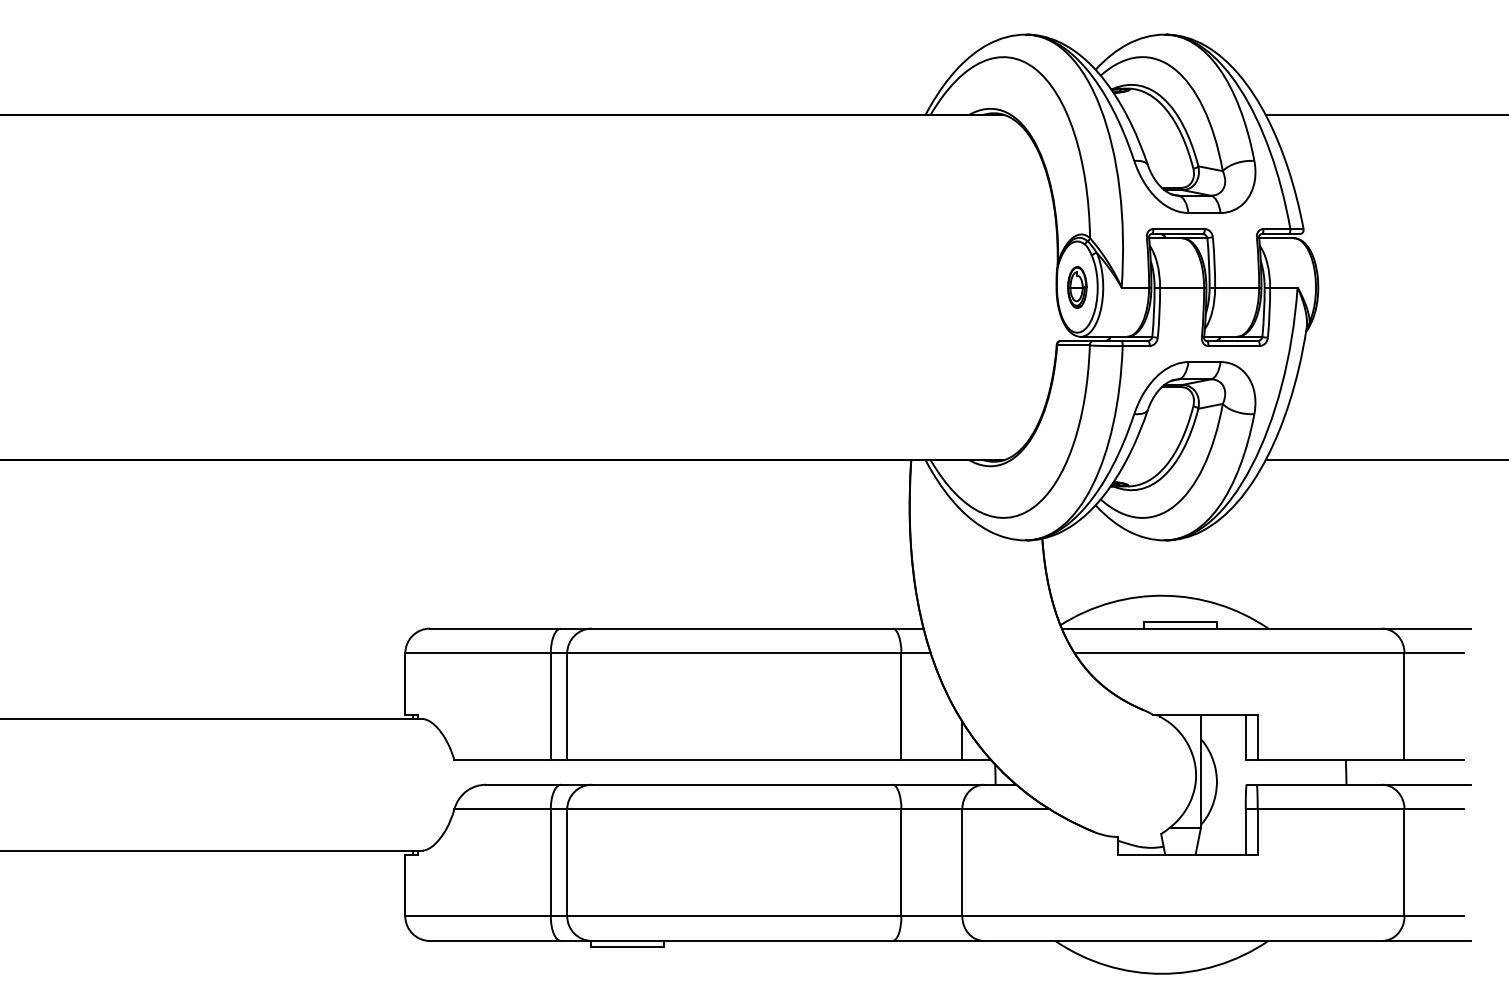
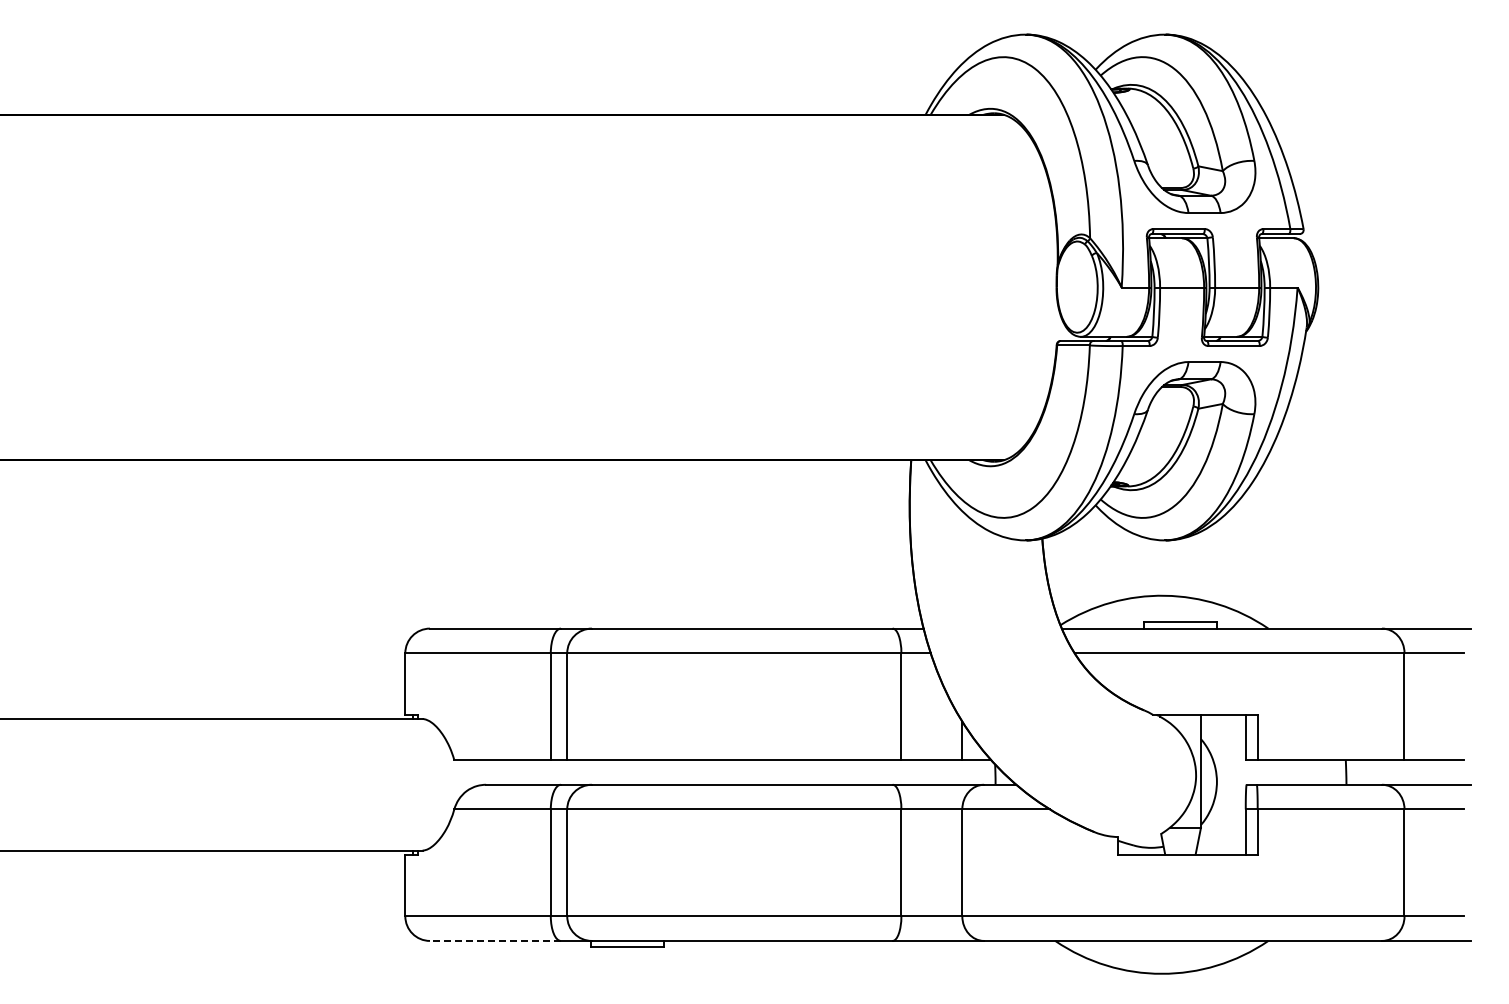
line at (1385, 114): present -> none
part at (1077, 287): present -> none
line at (1385, 460): present -> none
line at (494, 940): solid -> dashed
